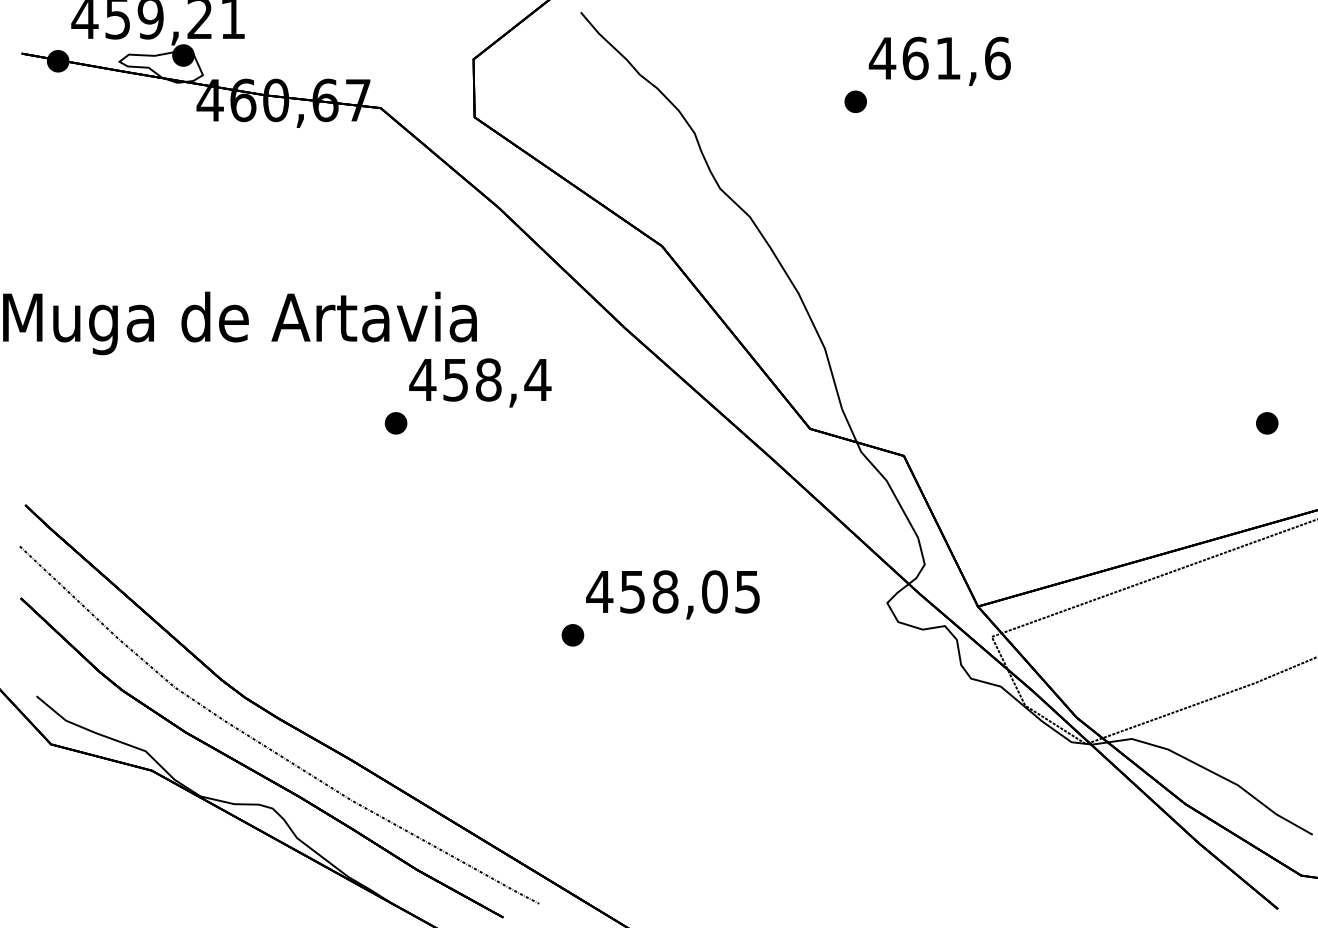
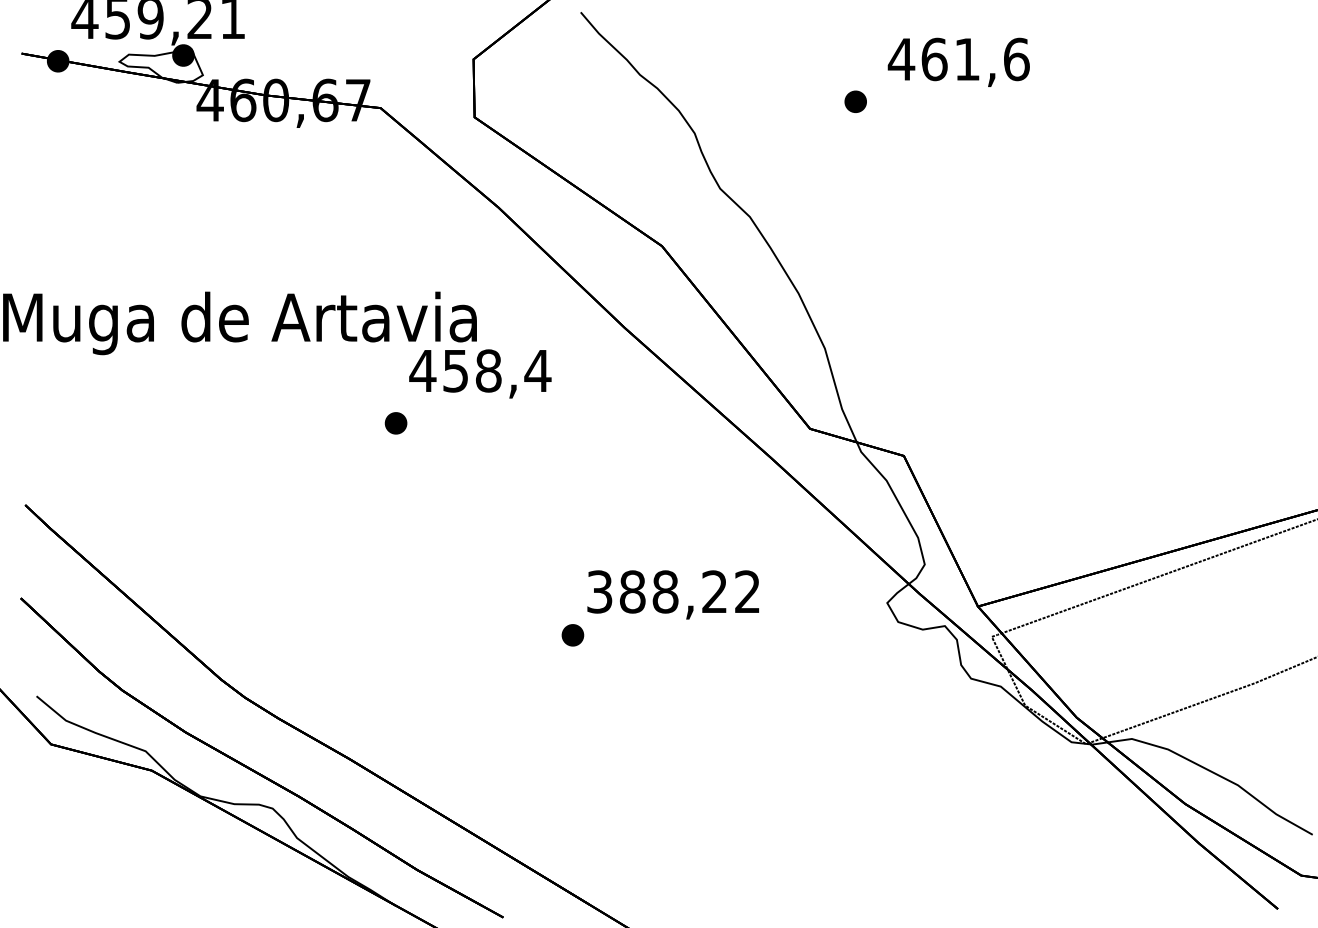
text at (939, 60) position: (939, 60) -> (958, 61)
text at (480, 382) position: (480, 382) -> (480, 373)
part at (1267, 423): present -> none
text at (672, 591): 458,05 -> 388,22
curve at (265, 745): present -> none
